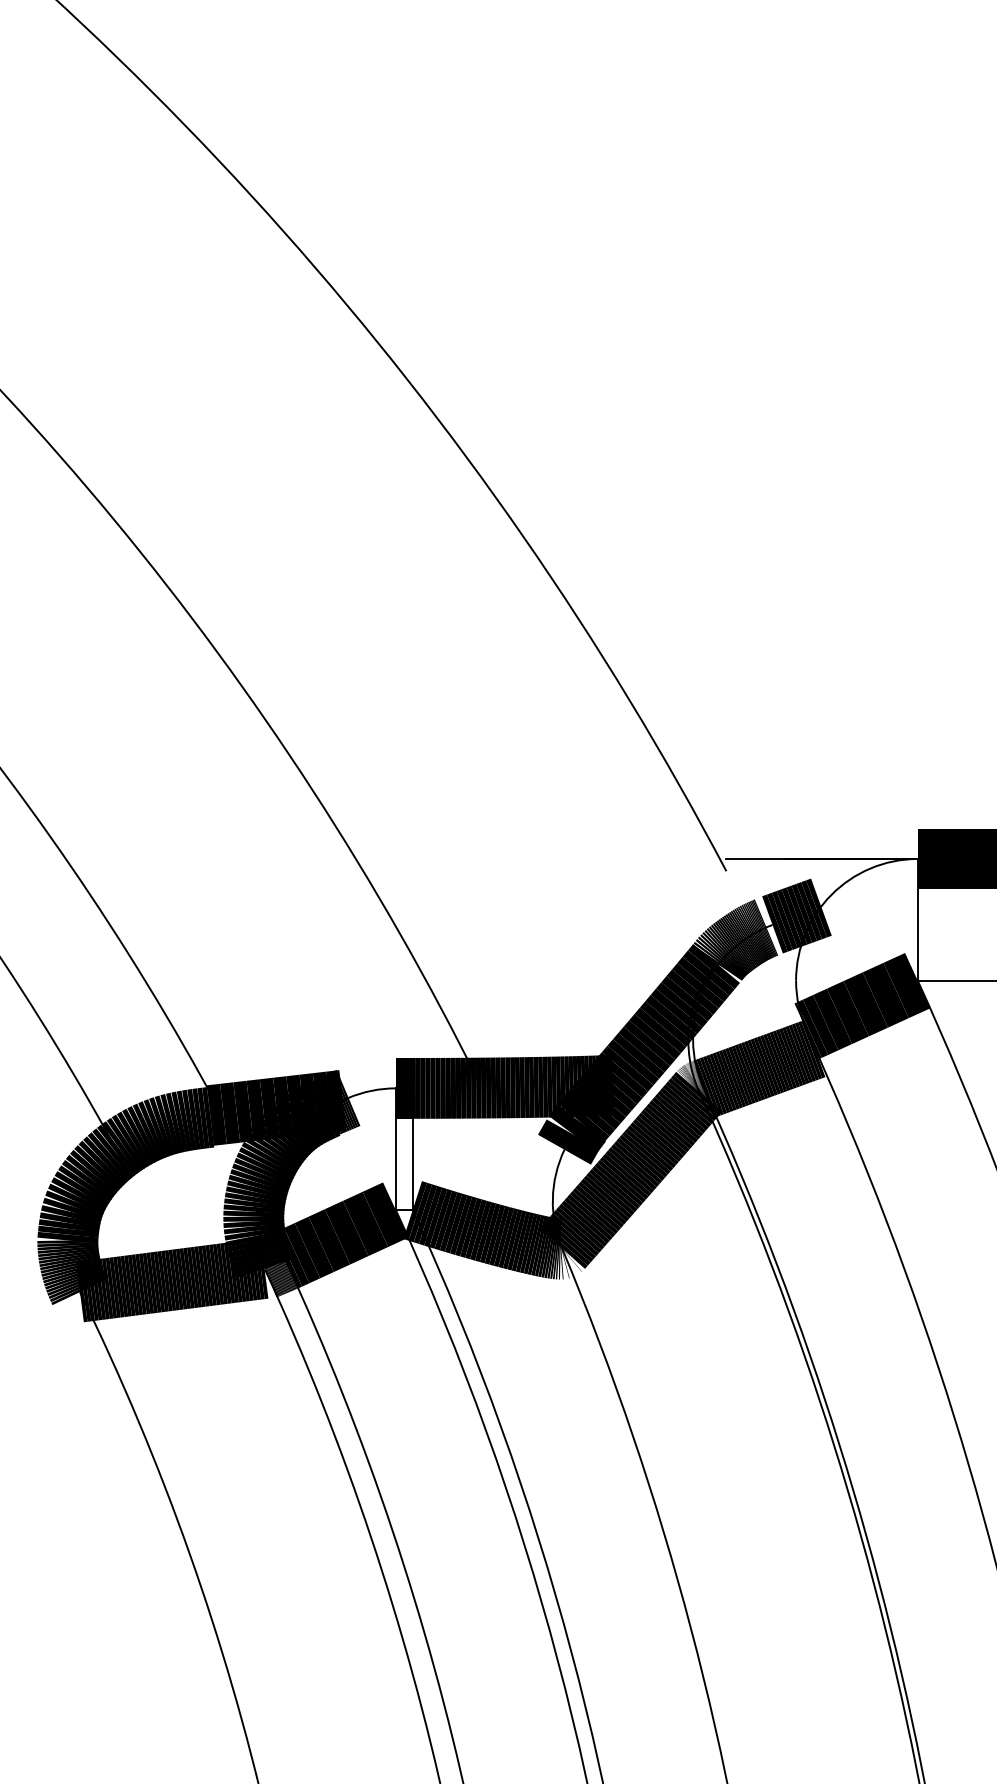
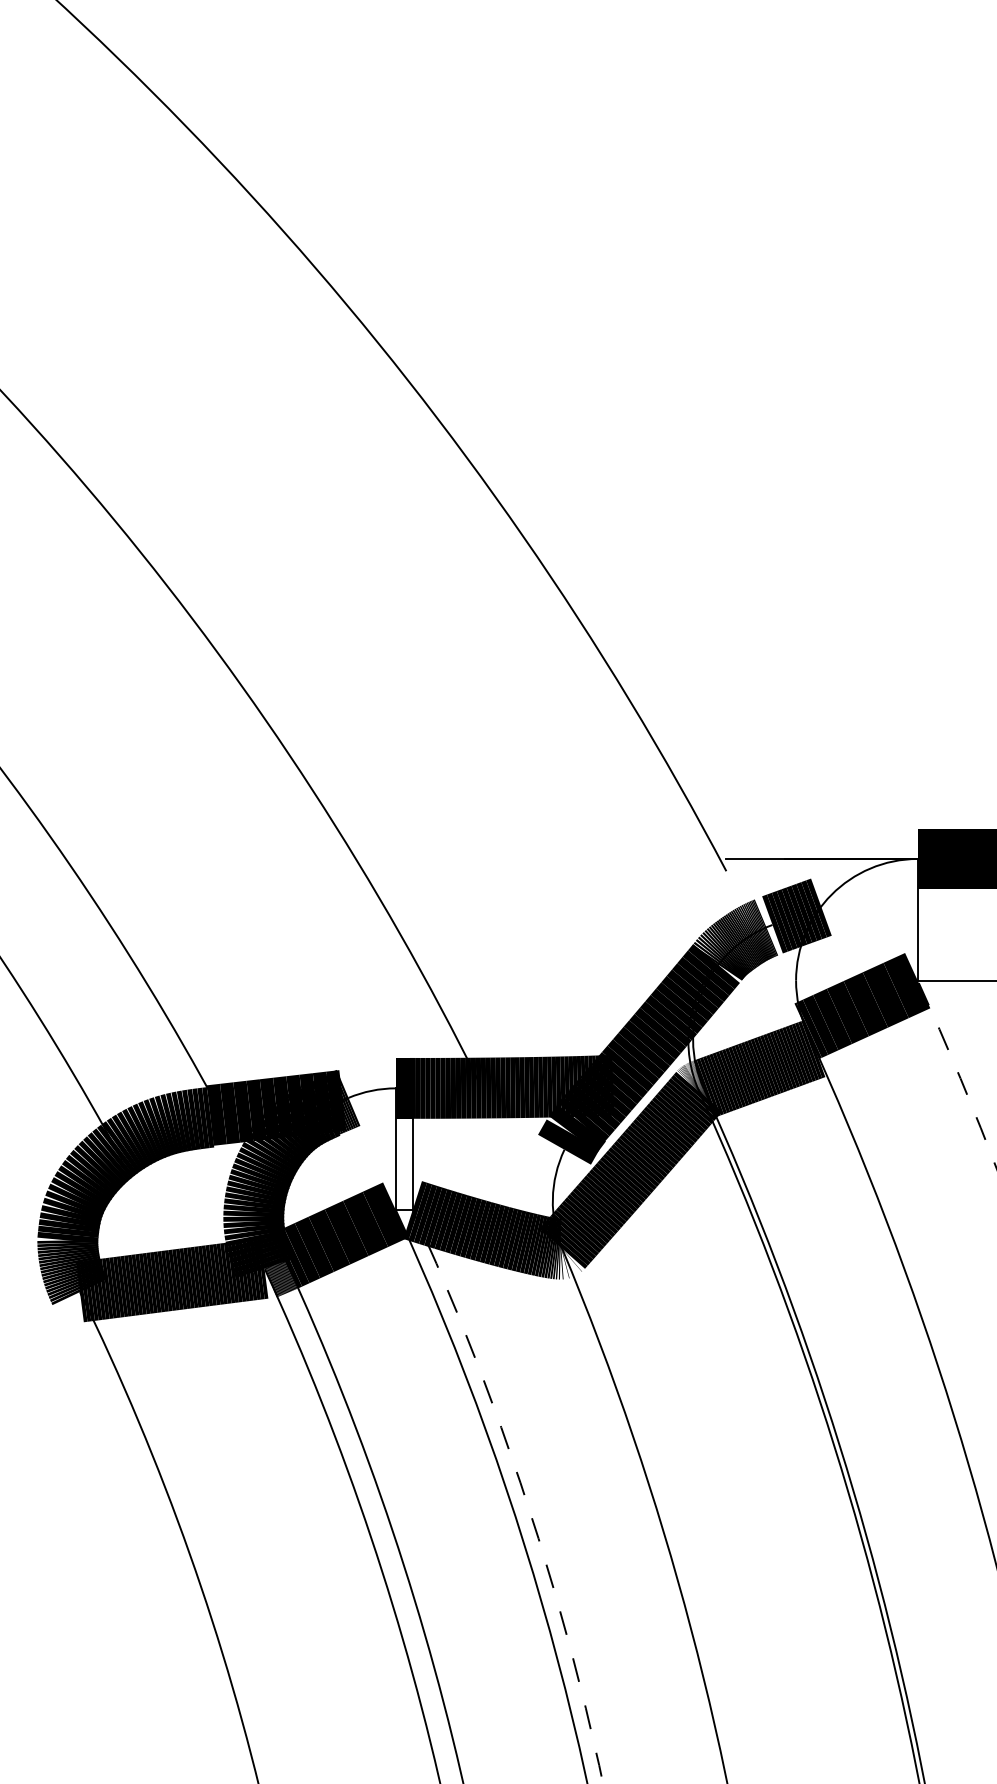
arc at (958, 1074): solid -> dashed
arc at (523, 1491): solid -> dashed
